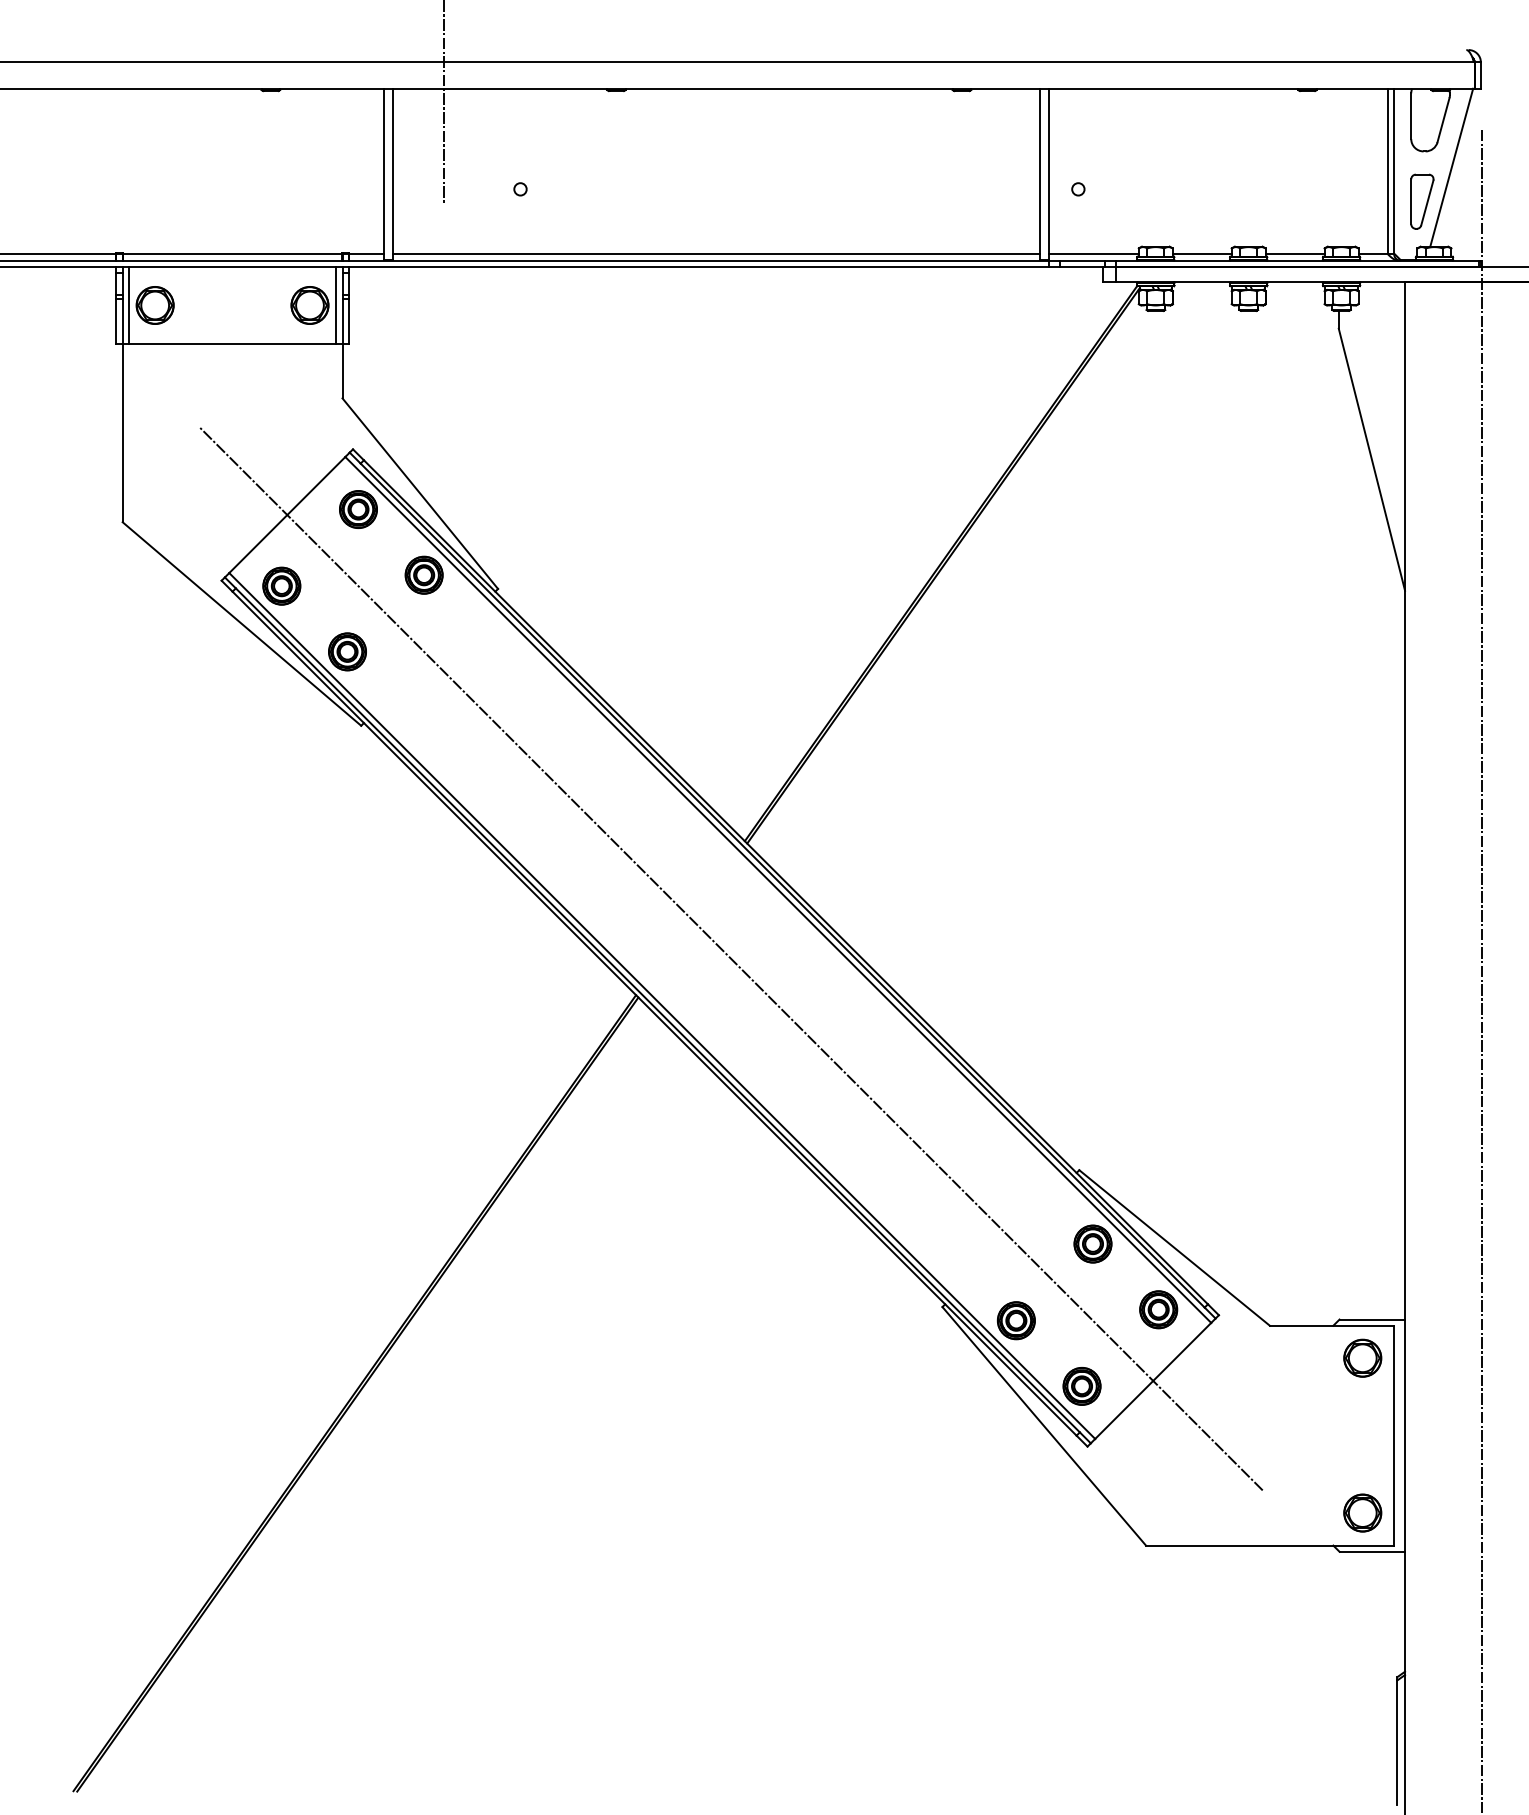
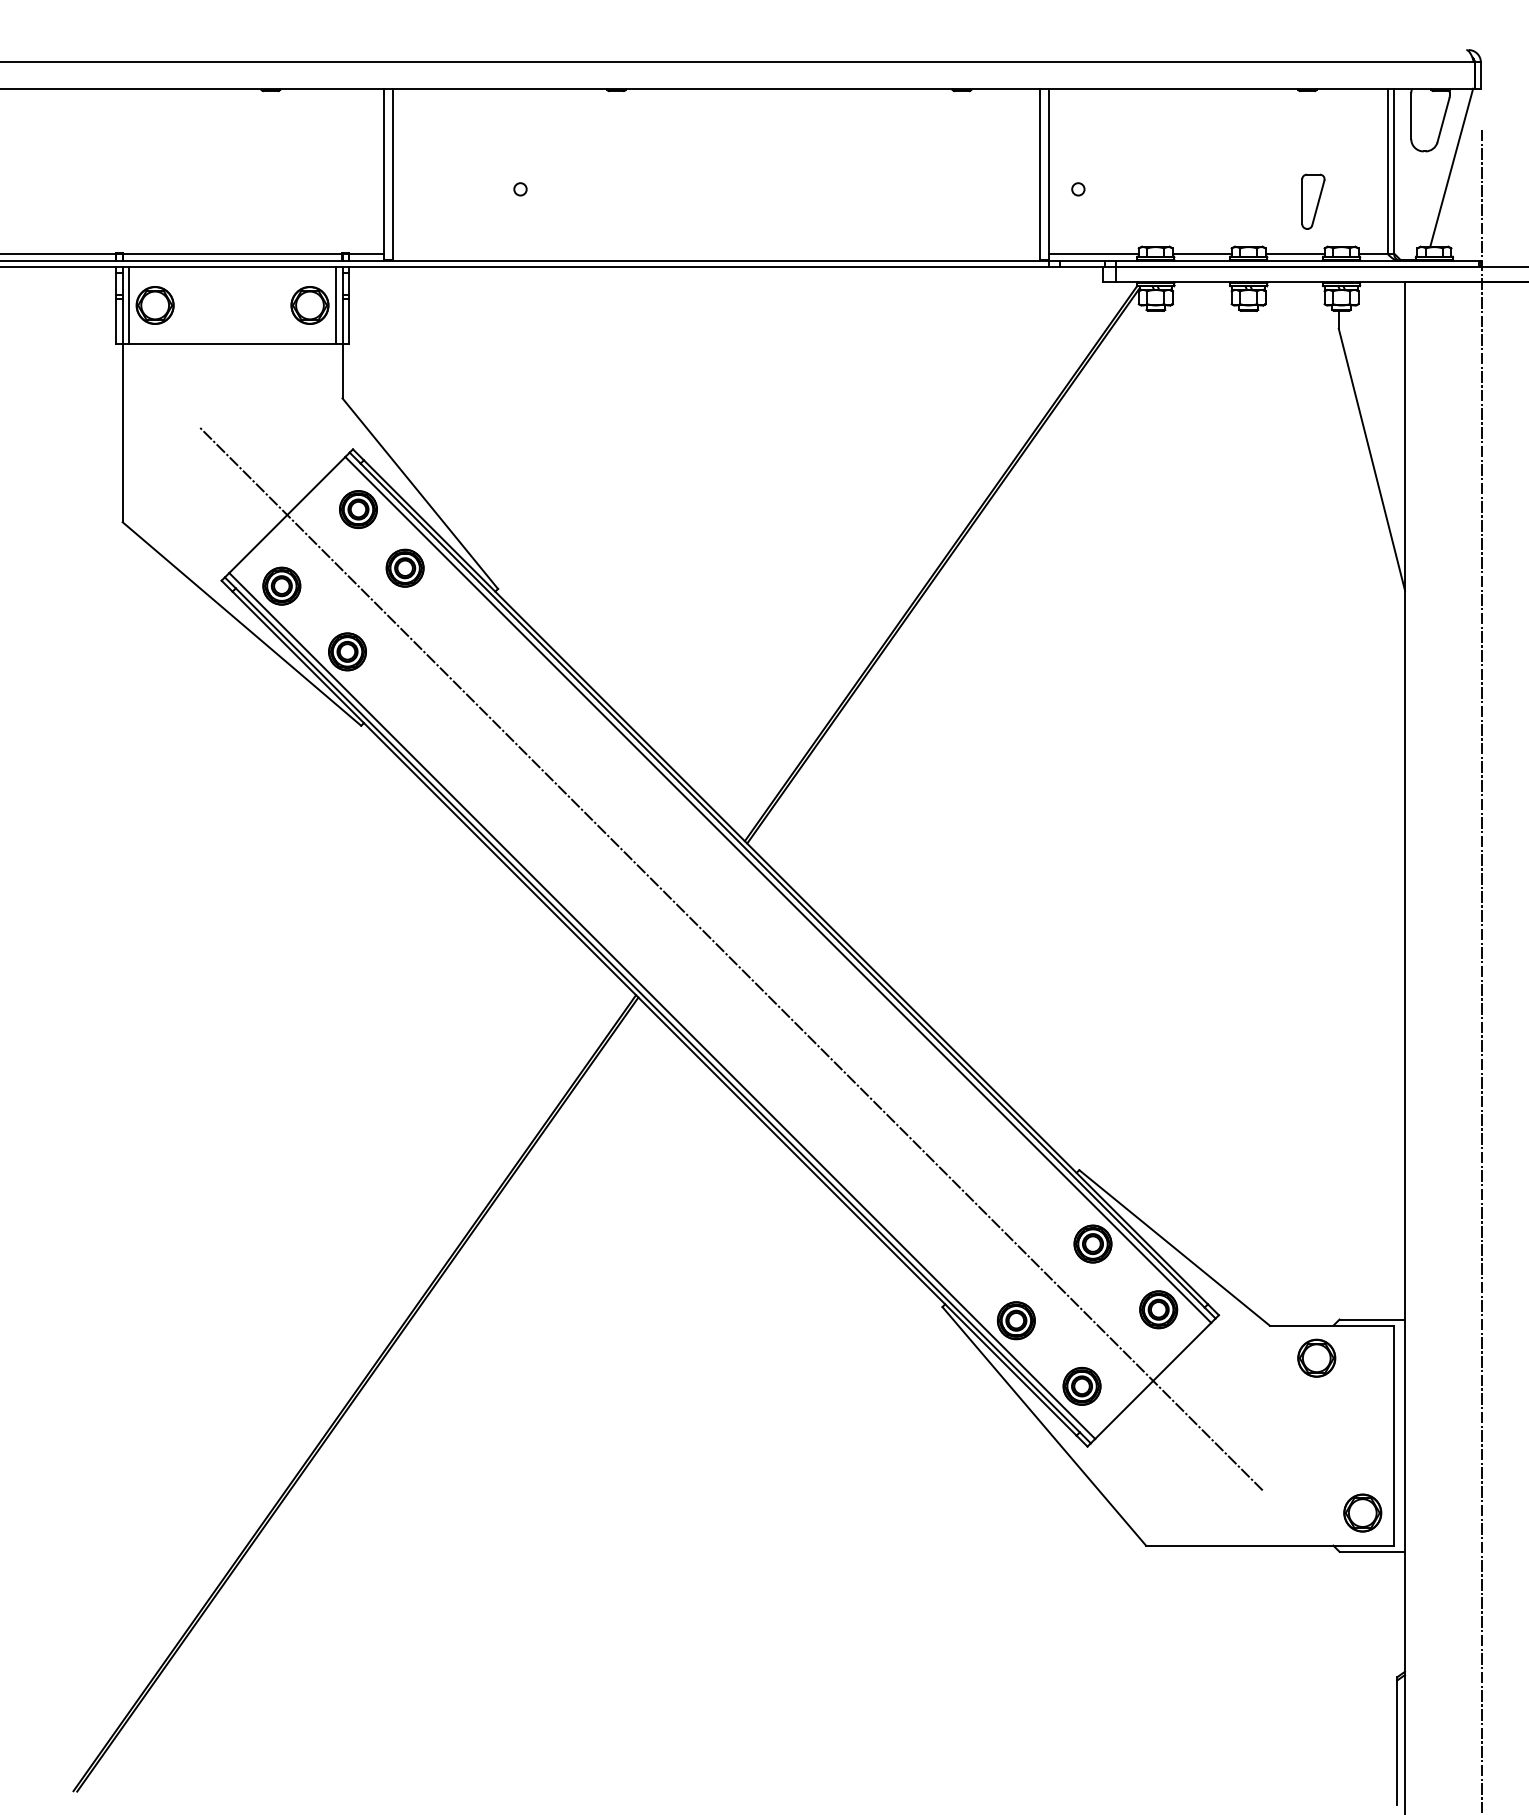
line at (443, 103): present -> none
part at (1422, 201) position: (1422, 201) -> (1313, 201)
line at (716, 254): present -> none
part at (423, 574) position: (423, 574) -> (404, 567)
part at (1362, 1357) position: (1362, 1357) -> (1316, 1357)
